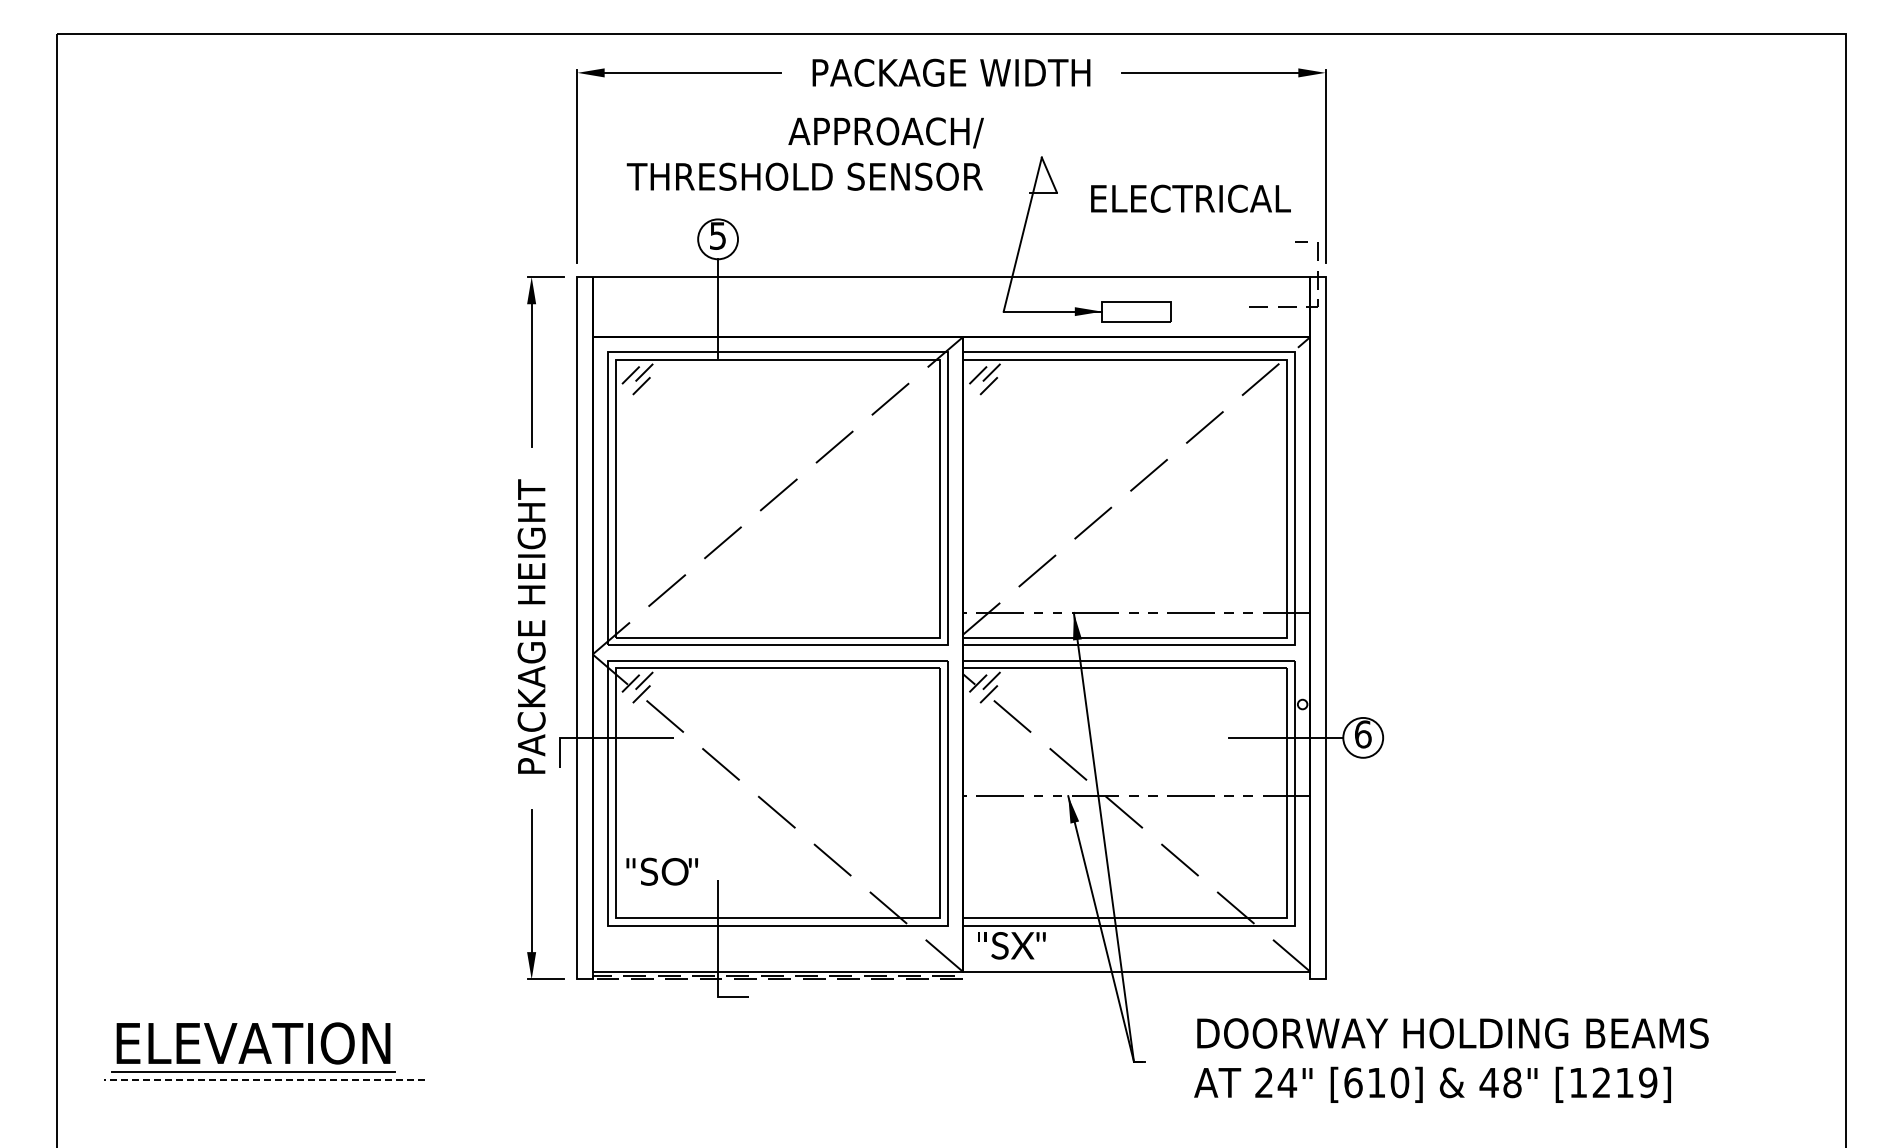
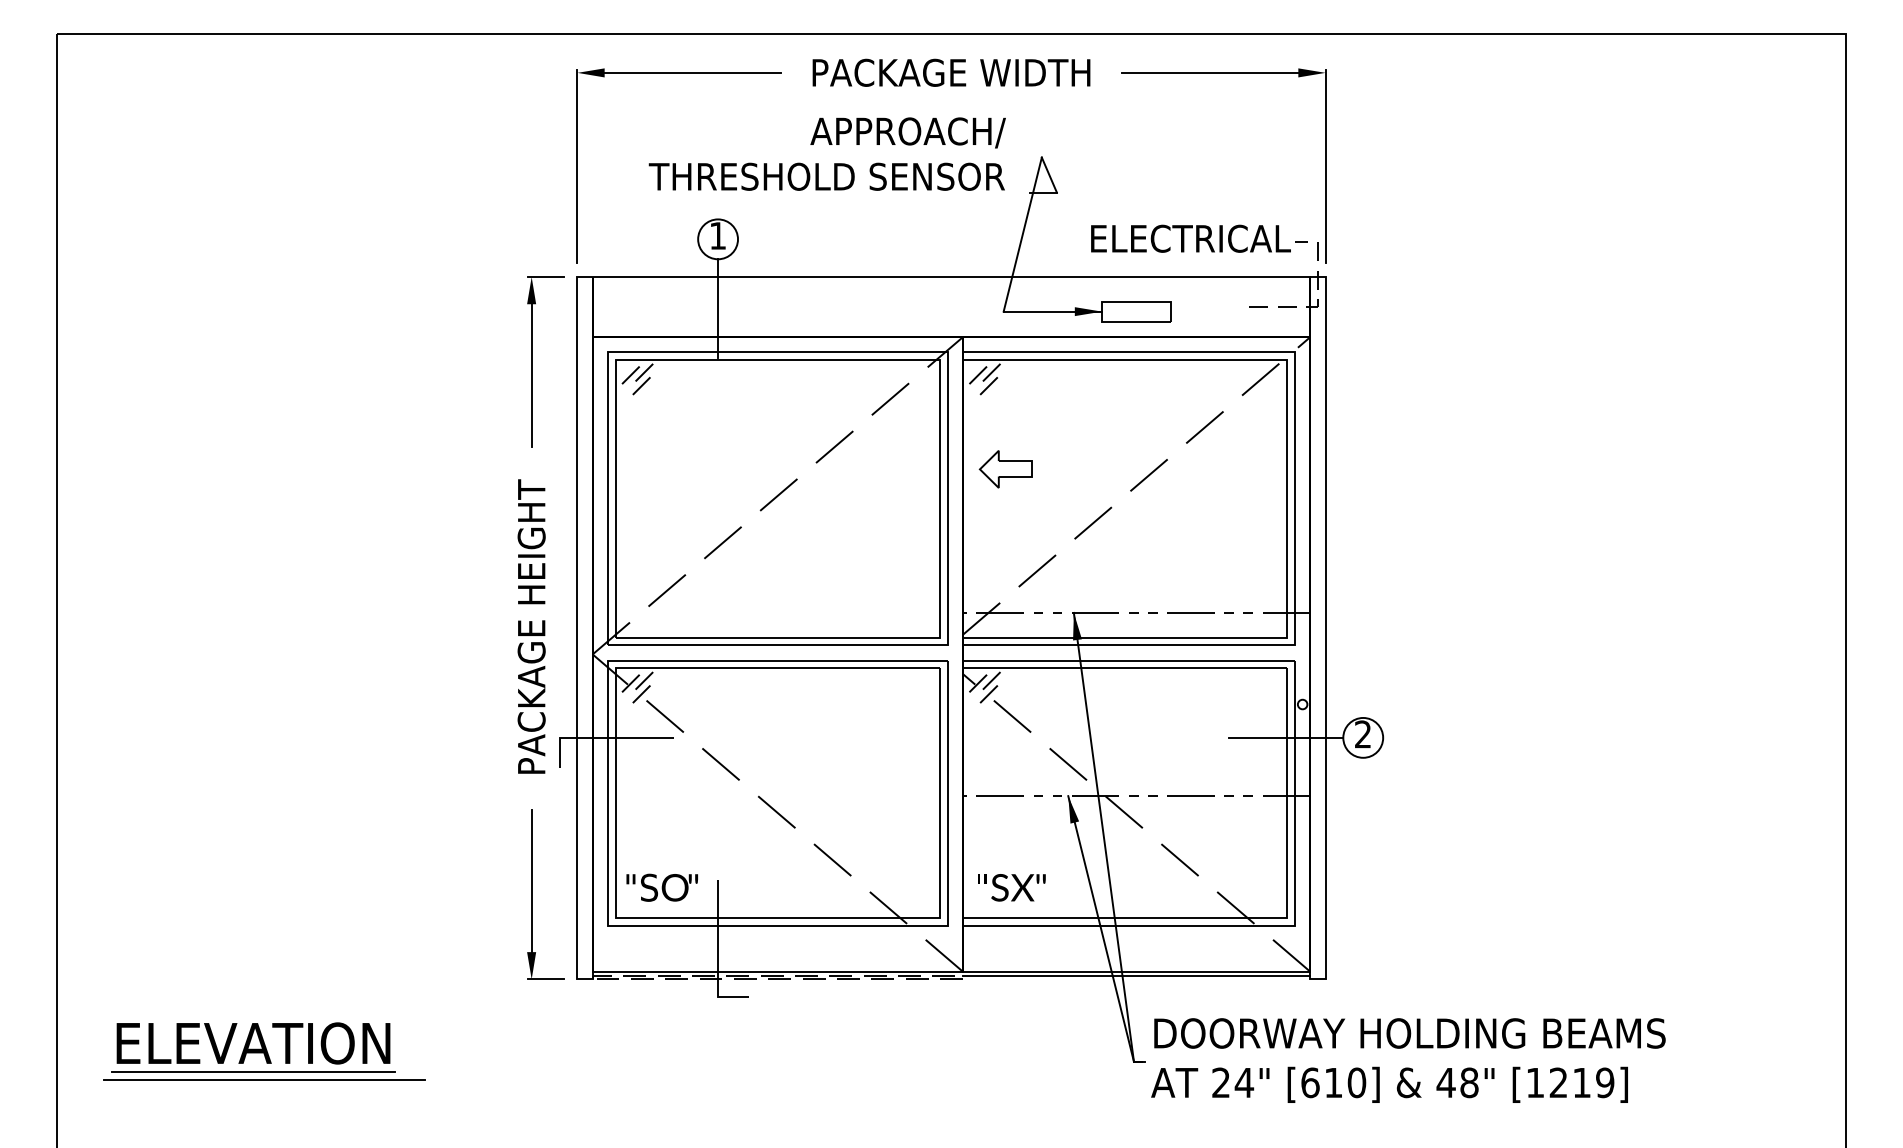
text at (804, 153) position: (804, 153) -> (826, 153)
text at (1190, 198) position: (1190, 198) -> (1190, 238)
text at (717, 235): 5 -> 1
part at (1005, 469): none -> present
text at (1363, 734): 6 -> 2
text at (661, 871) position: (661, 871) -> (661, 887)
text at (1011, 945) position: (1011, 945) -> (1011, 887)
line at (1136, 975): none -> present
text at (1451, 1060) position: (1451, 1060) -> (1408, 1060)
line at (264, 1080): dashed -> solid
